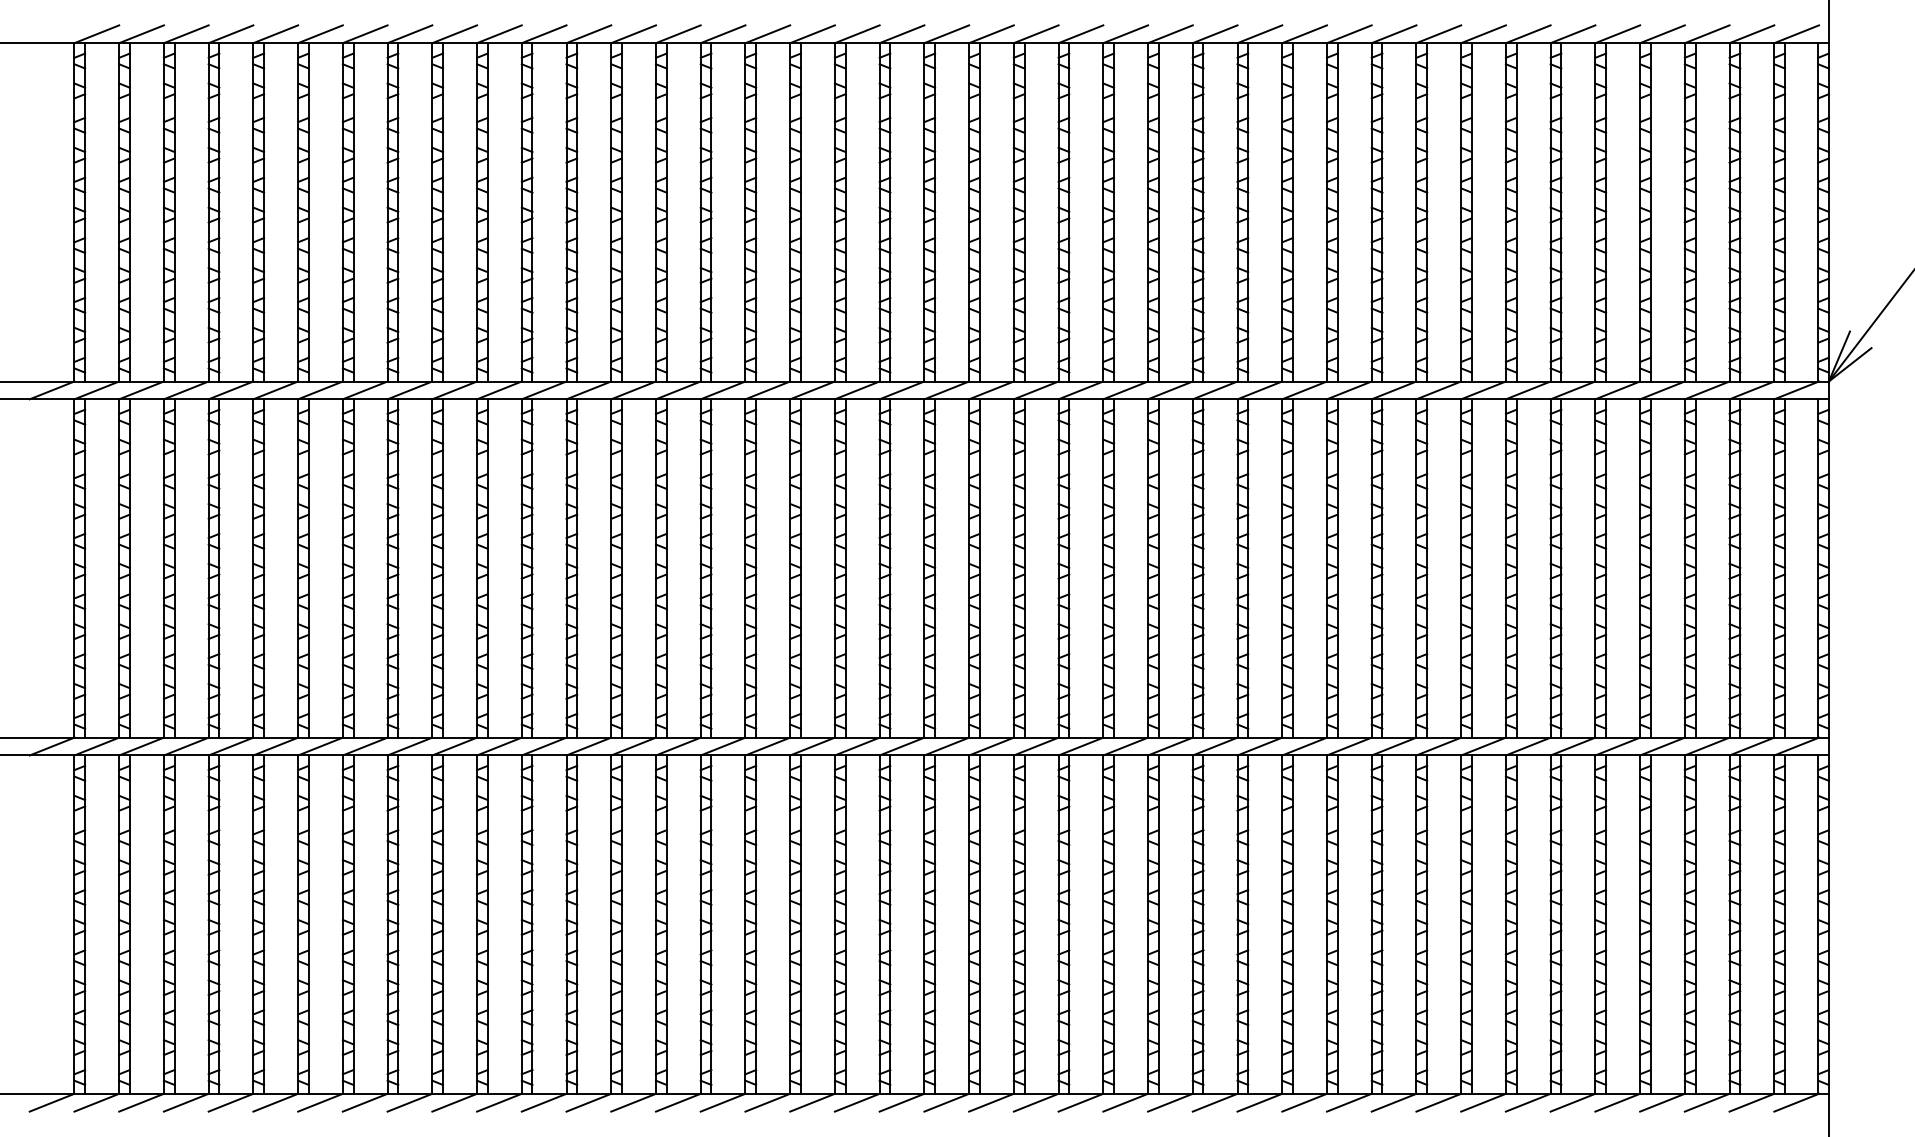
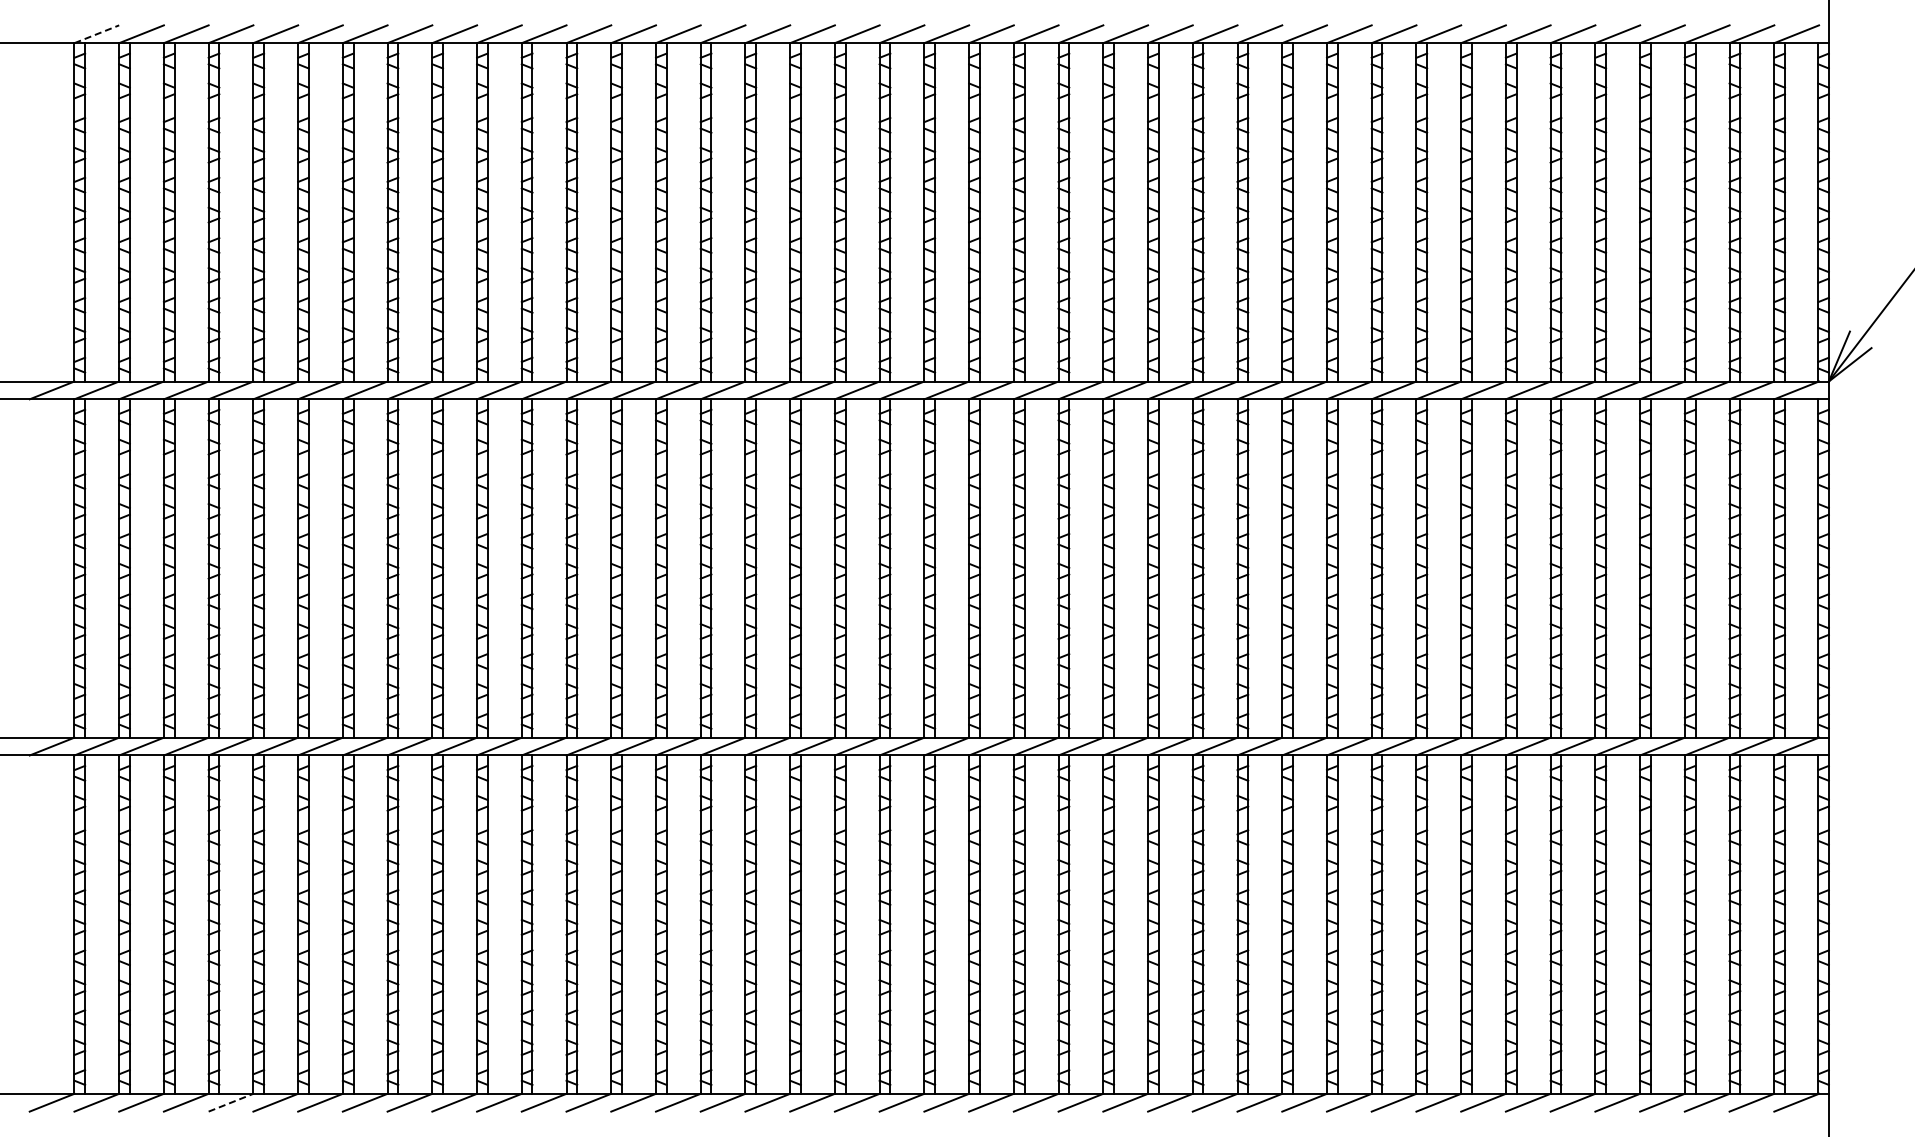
line at (97, 34): solid -> dashed
line at (231, 1102): solid -> dashed
